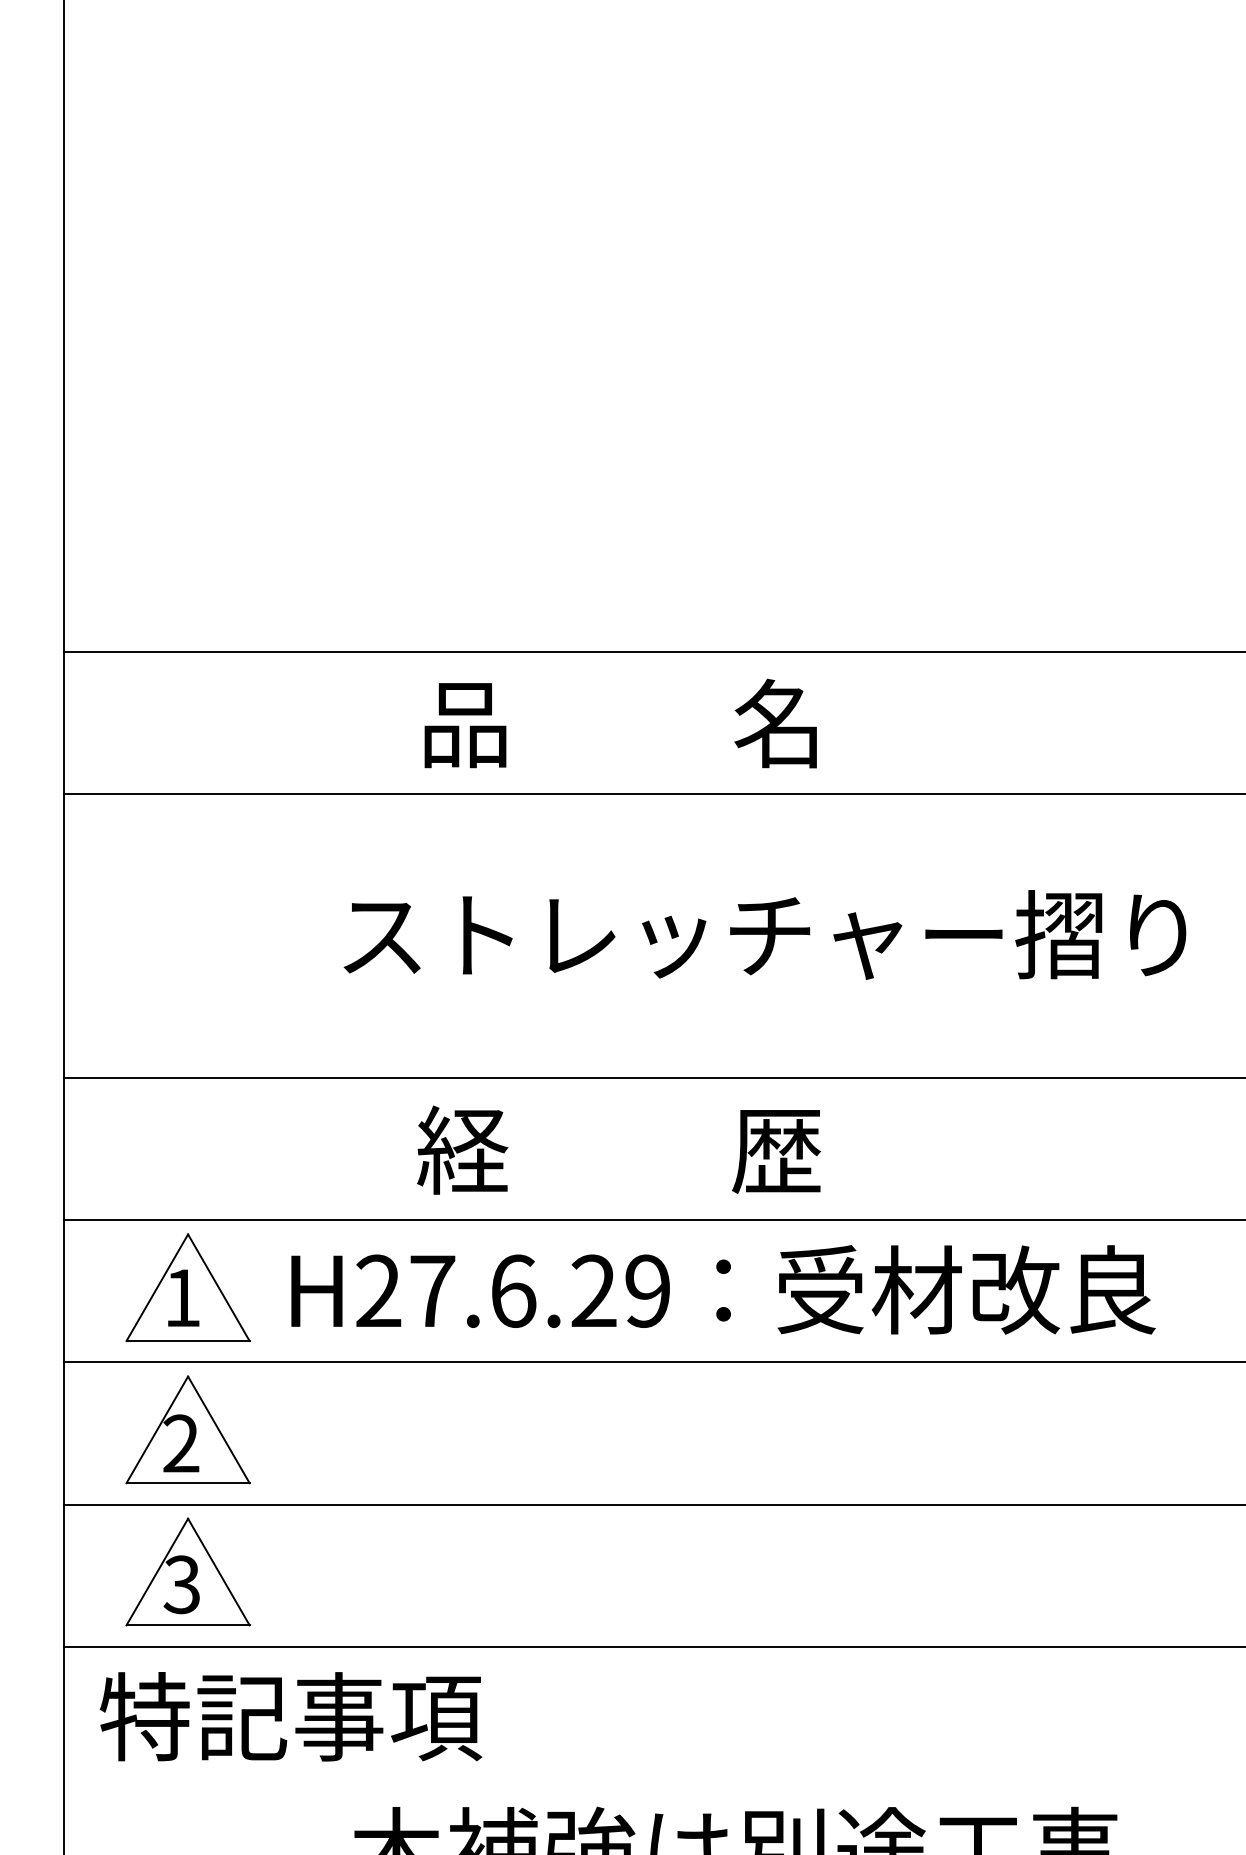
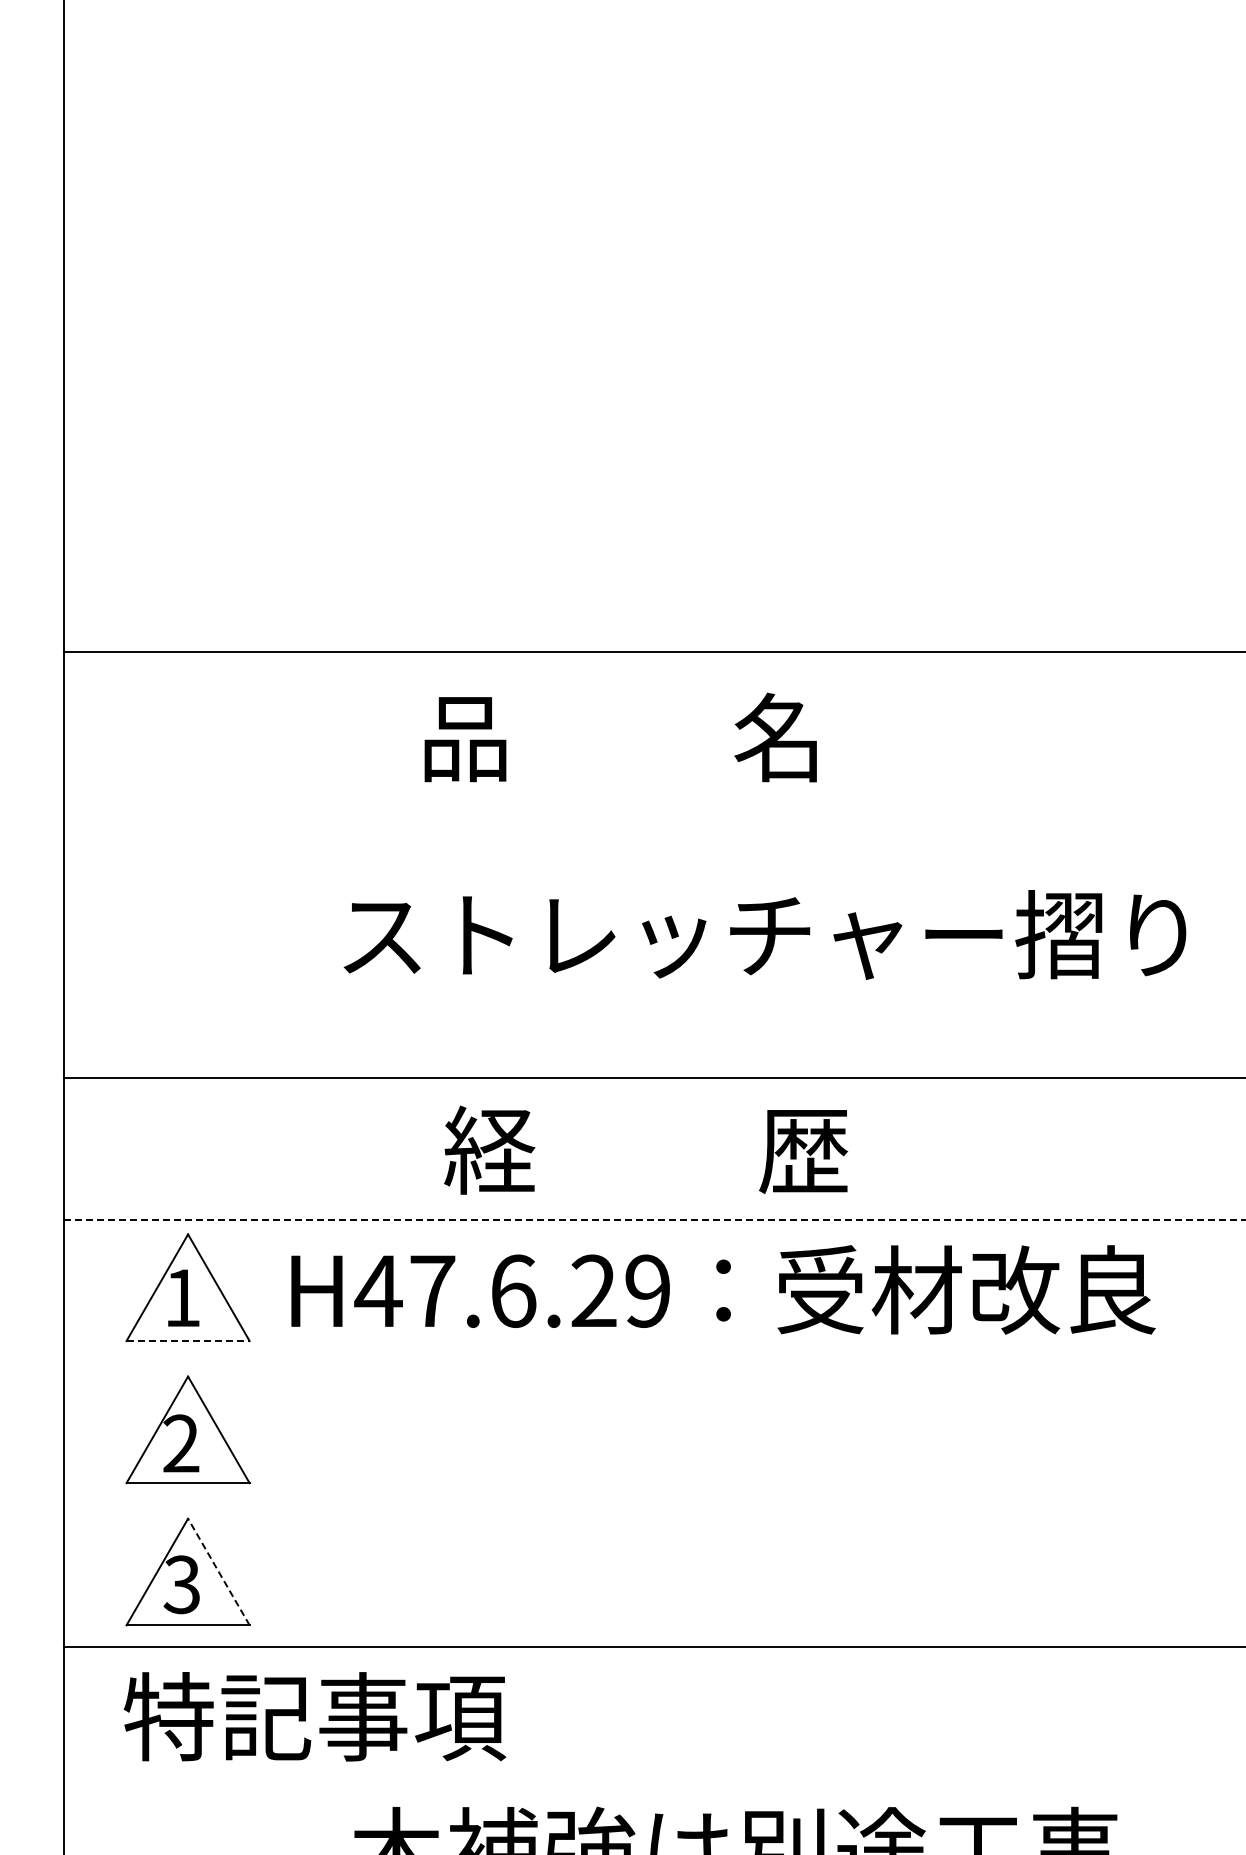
text at (620, 723) position: (620, 723) -> (620, 737)
line at (652, 793): present -> none
text at (619, 1149) position: (619, 1149) -> (646, 1149)
line at (654, 1220): solid -> dashed
text at (378, 1290): H27.6.29 -> H47.6.29
line at (188, 1341): solid -> dashed
line at (652, 1362): present -> none
line at (652, 1504): present -> none
line at (218, 1572): solid -> dashed
text at (290, 1716) position: (290, 1716) -> (314, 1716)
